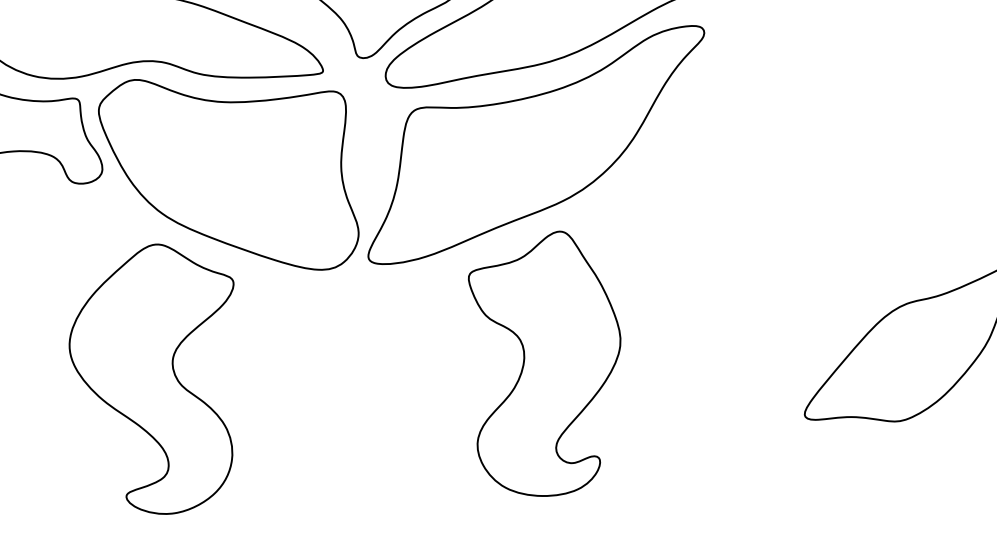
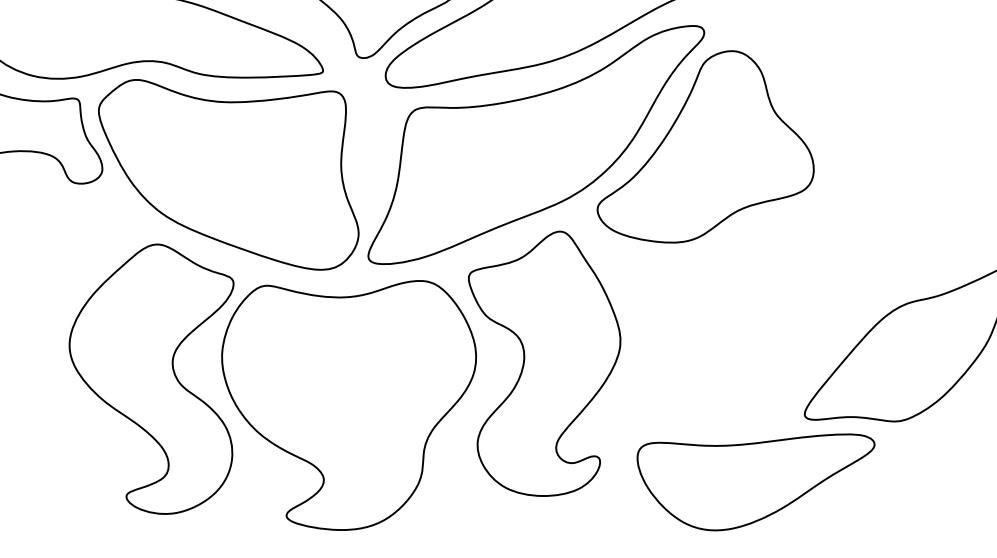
part at (705, 146): none -> present
part at (349, 405): none -> present
part at (755, 482): none -> present
